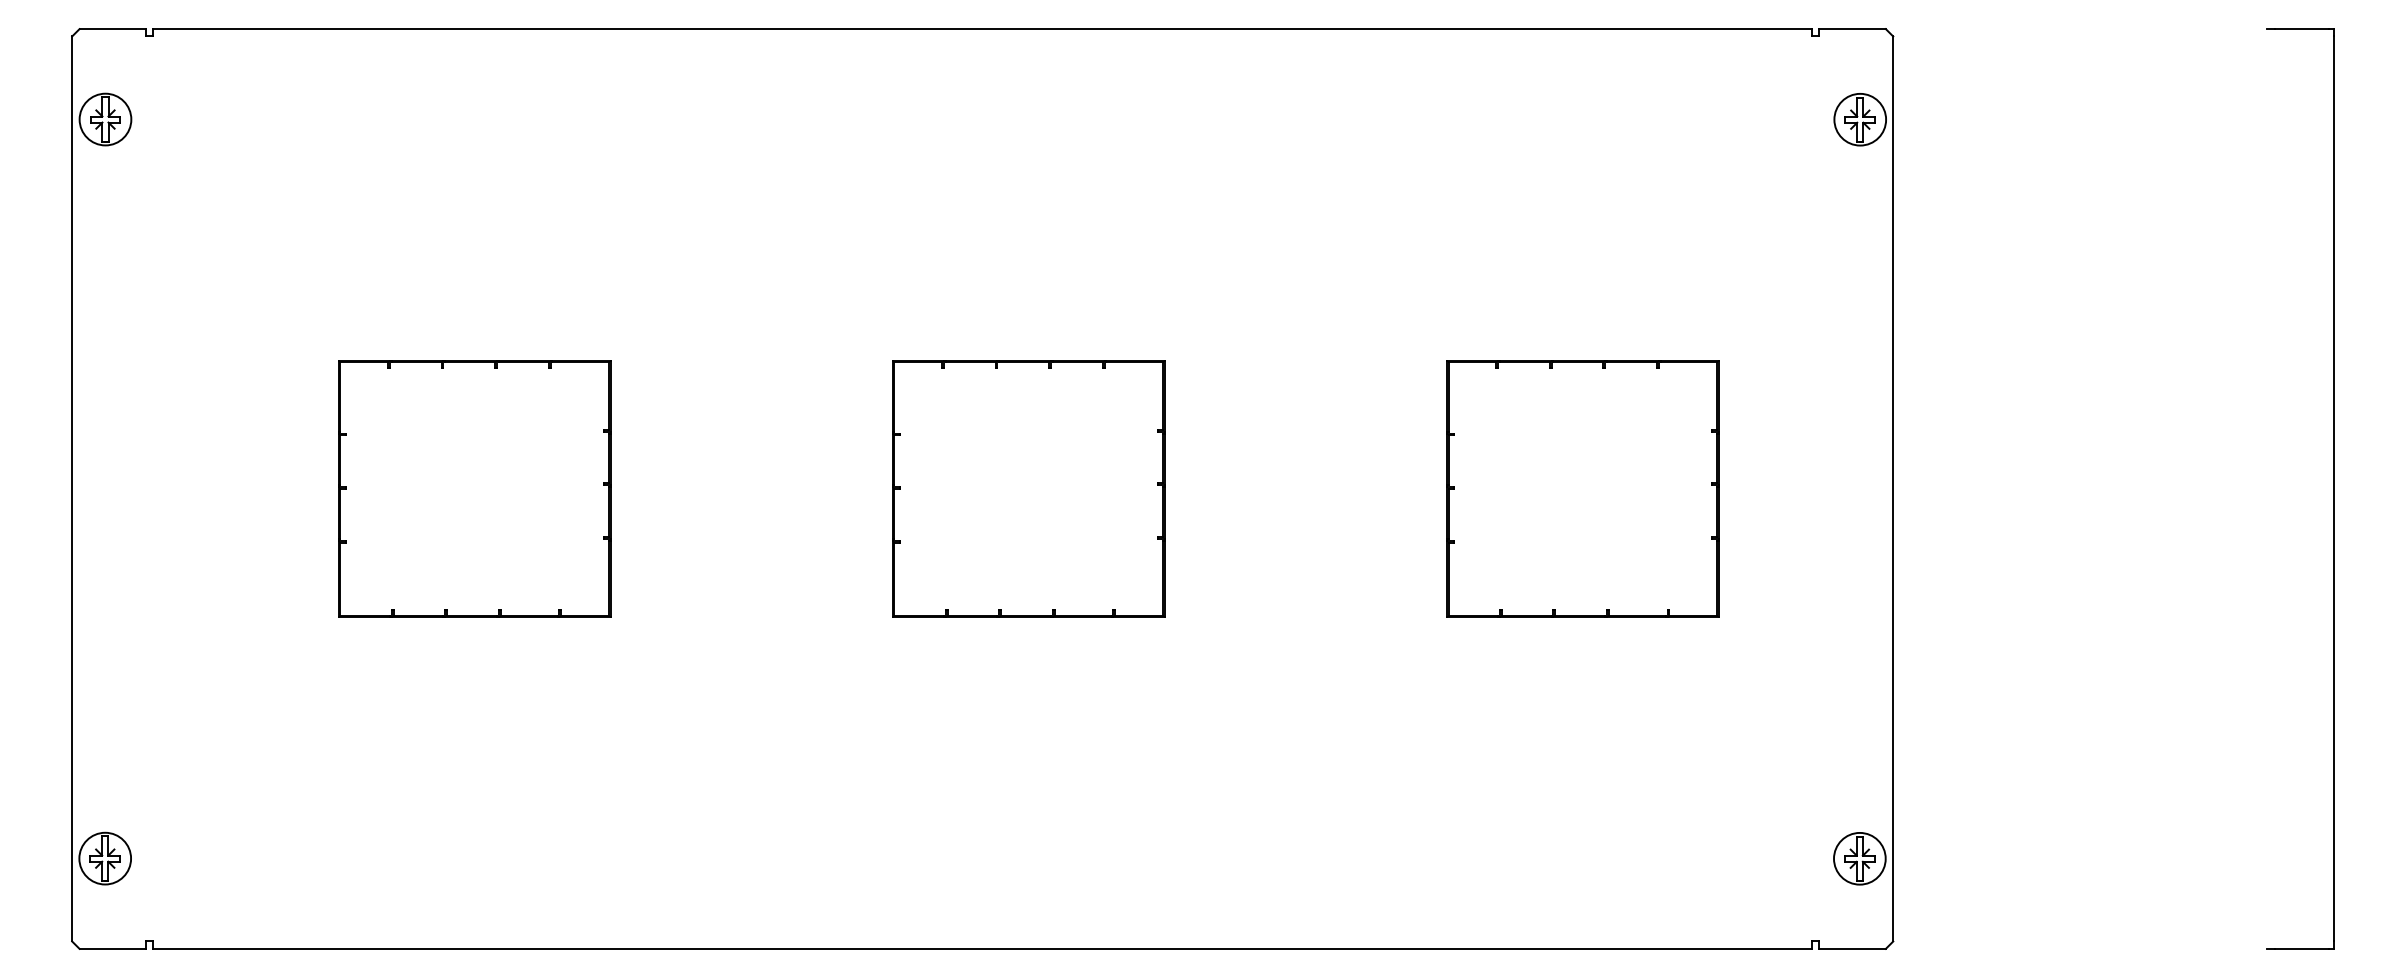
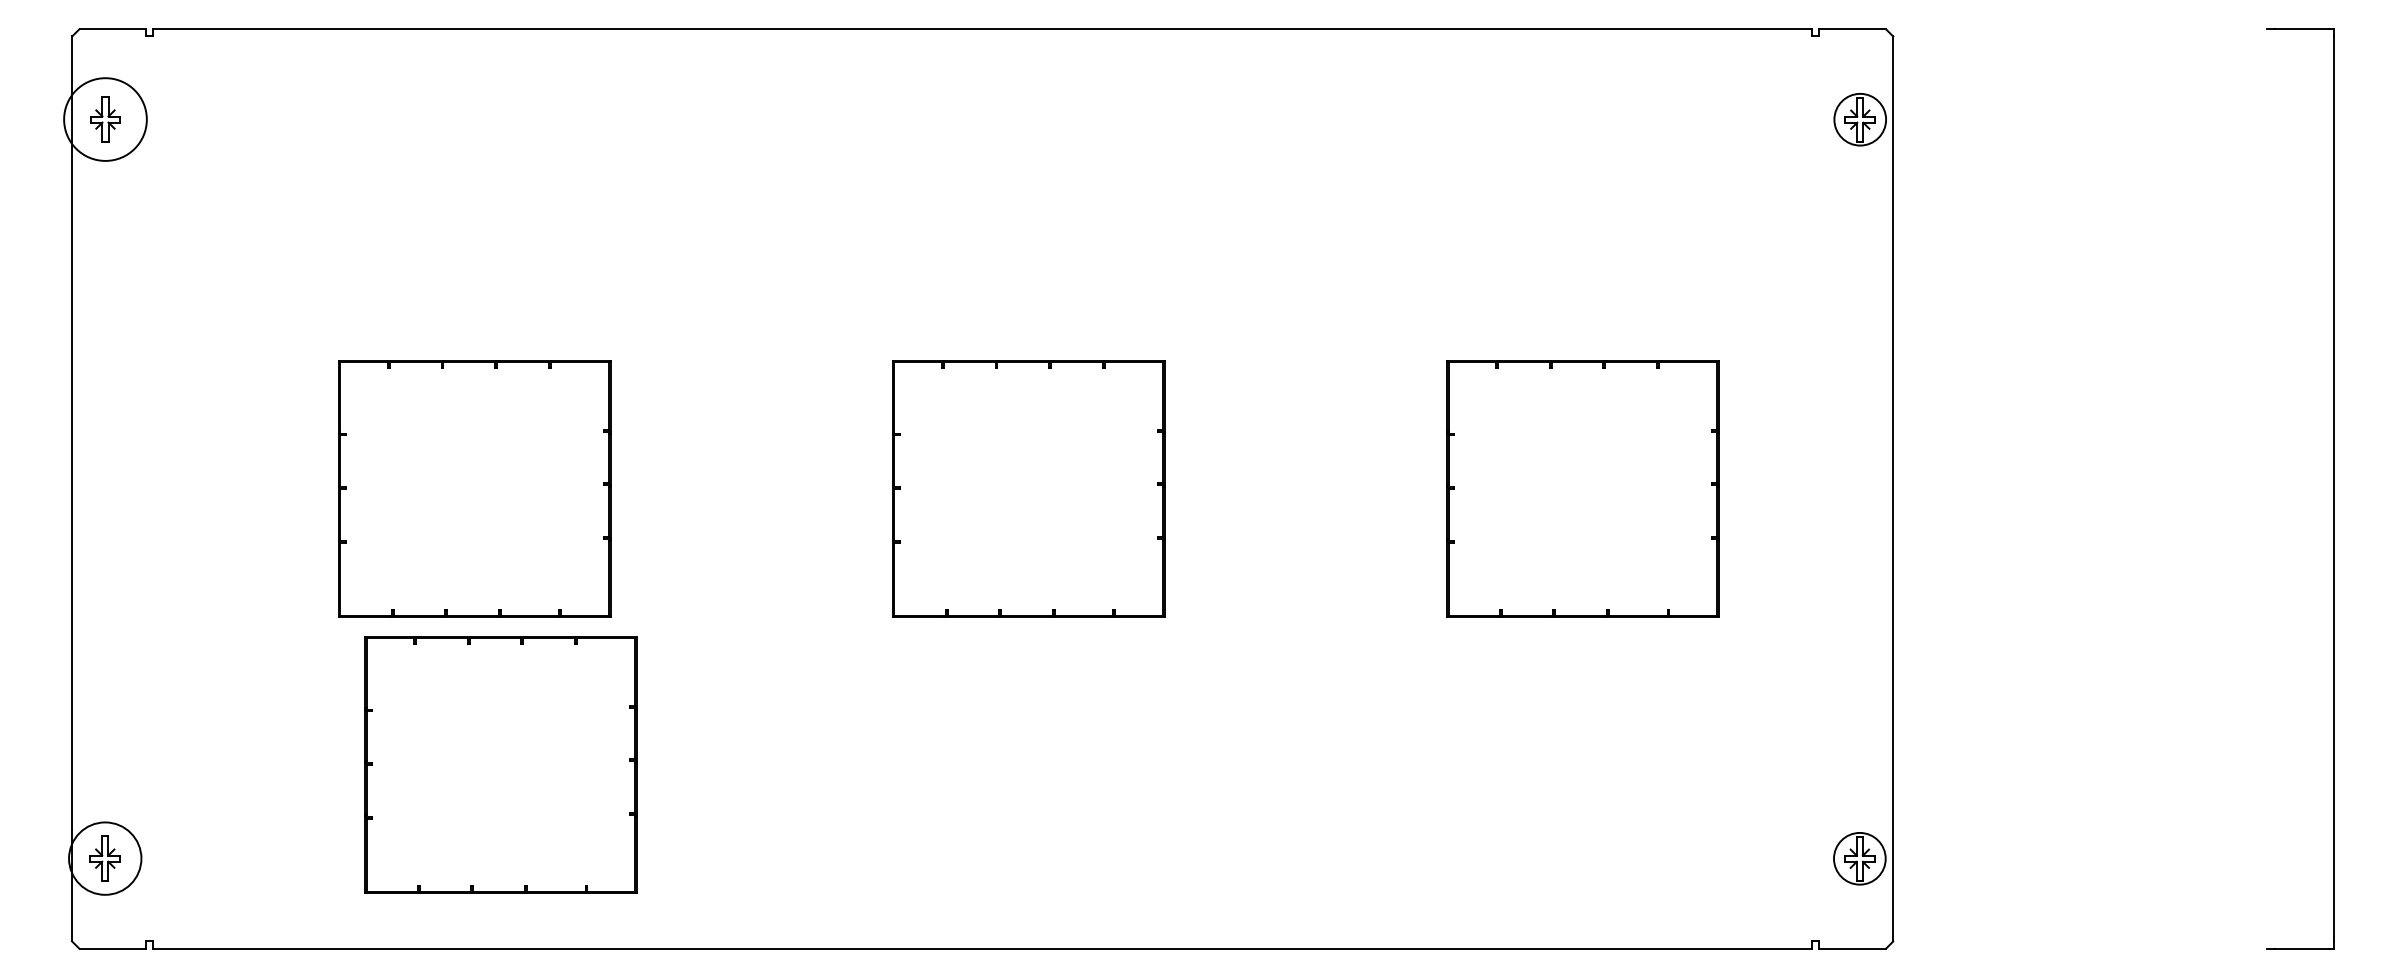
circle at (105, 119) diameter: 52 px -> 83 px
part at (500, 764): none -> present
circle at (105, 858) diameter: 52 px -> 72 px
